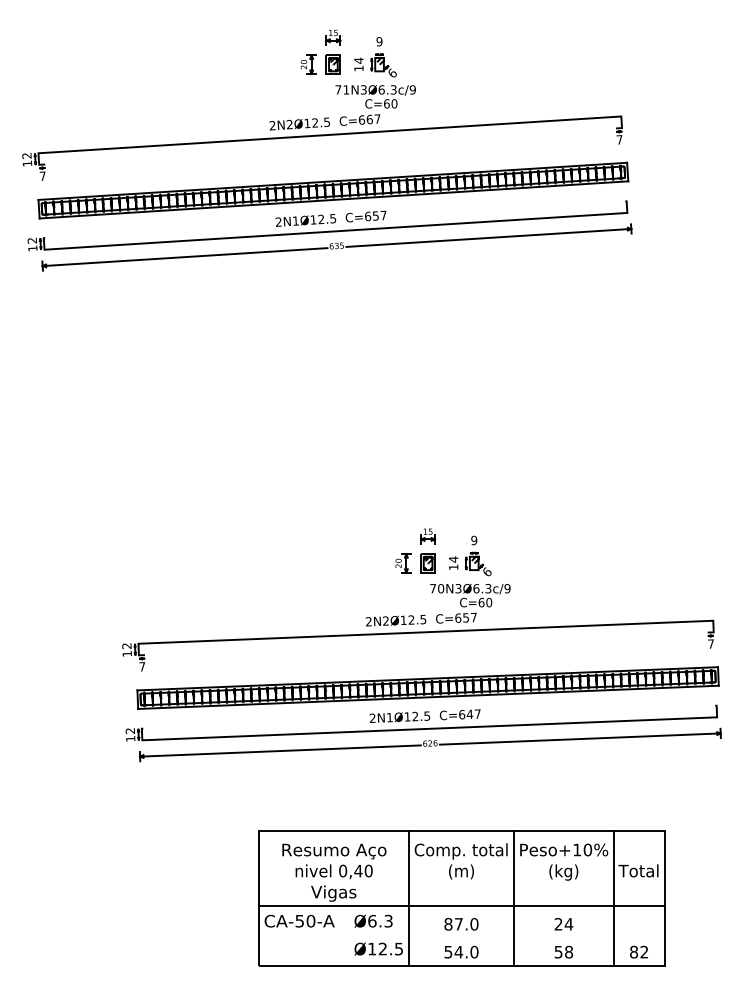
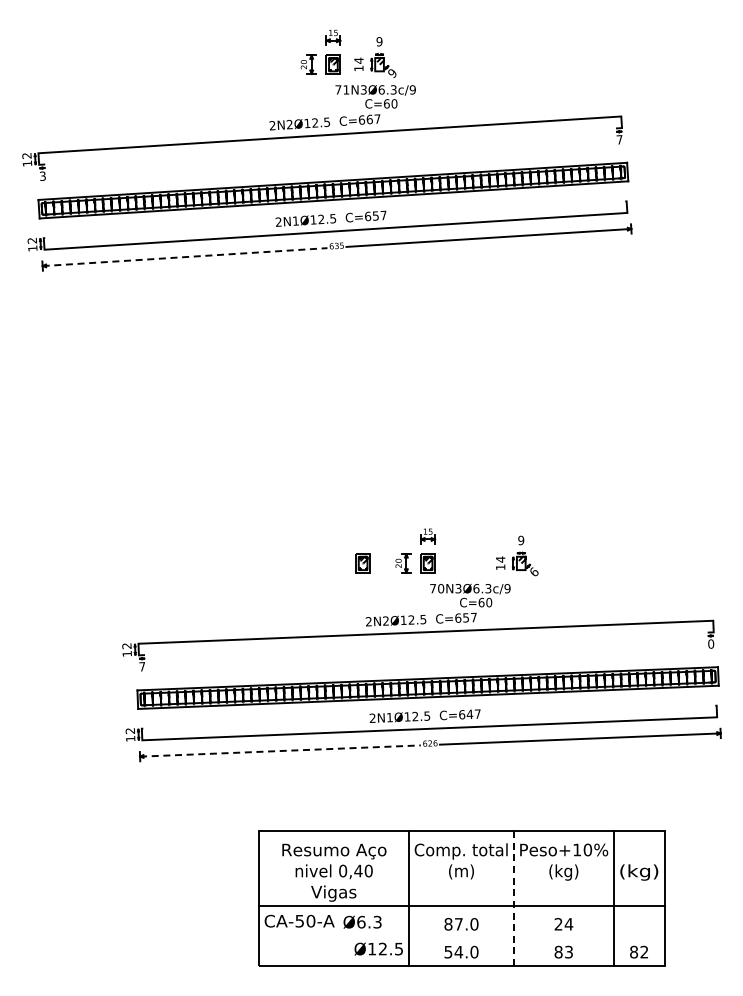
text at (392, 72): 6 -> 9
text at (42, 176): 7 -> 3
line at (185, 257): solid -> dashed
part at (470, 555) position: (470, 555) -> (517, 555)
part at (362, 563): none -> present
text at (711, 643): 7 -> 0
line at (280, 751): solid -> dashed
text at (638, 872): Total -> (kg)
line at (513, 898): solid -> dashed
text at (373, 920) position: (373, 920) -> (362, 921)
text at (563, 951): 58 -> 83
